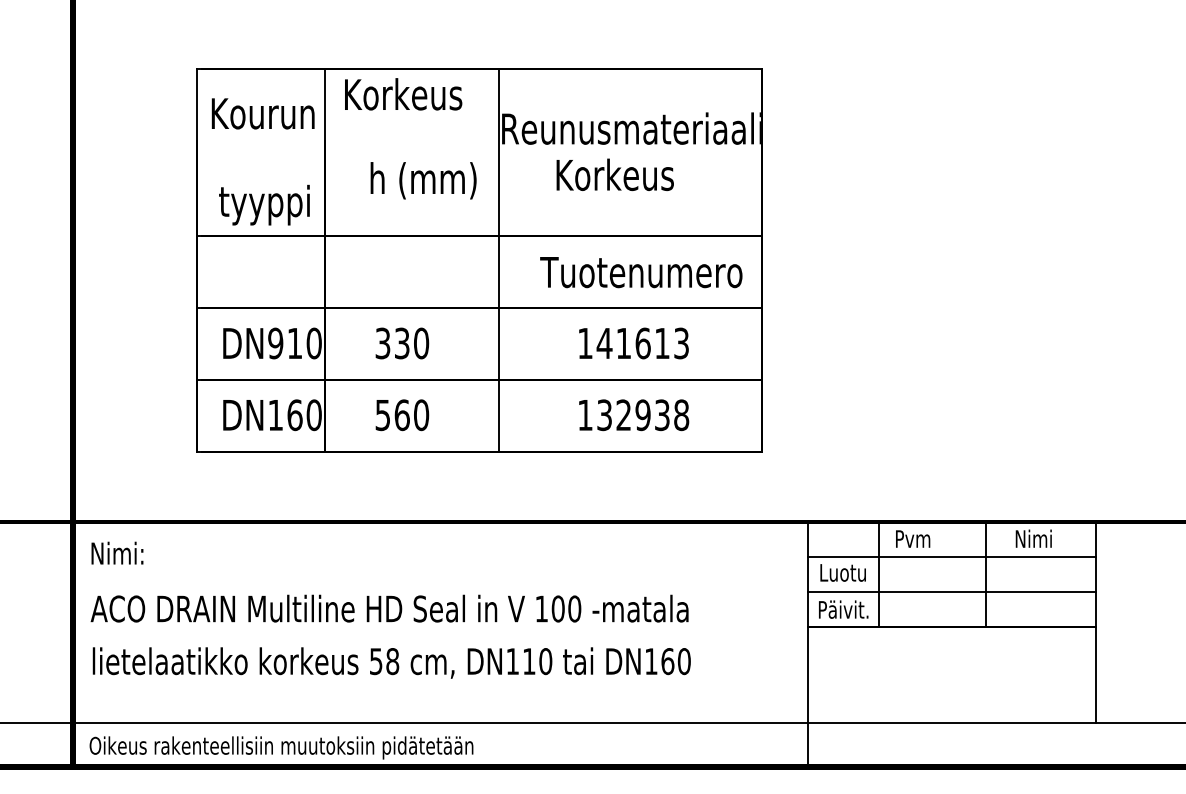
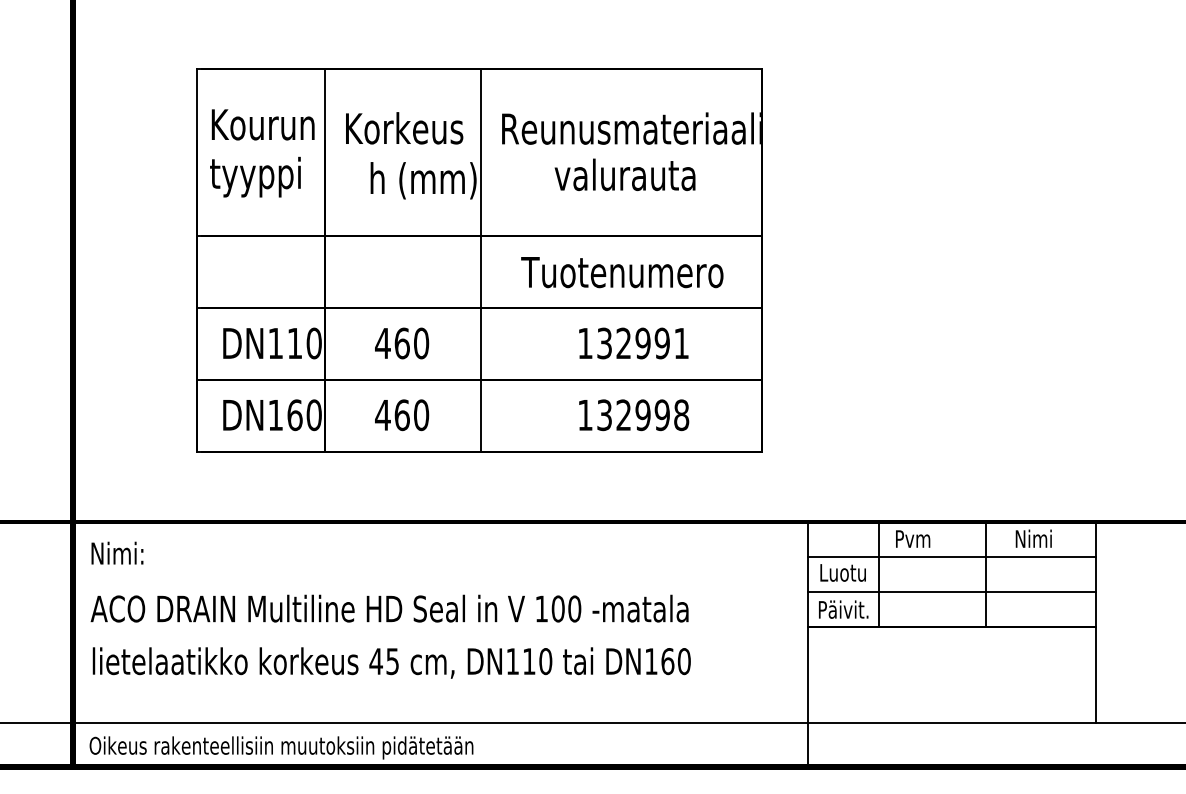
text at (403, 94) position: (403, 94) -> (404, 128)
text at (262, 113) position: (262, 113) -> (262, 124)
text at (624, 174): Korkeus -> valurauta
text at (264, 204) position: (264, 204) -> (255, 176)
line at (499, 260) position: (499, 260) -> (481, 260)
text at (641, 272) position: (641, 272) -> (622, 272)
text at (275, 343): DN910 -> DN110
text at (392, 343): 330 -> 460
text at (642, 343): 141613 -> 132991
text at (661, 414): 132938 -> 132998
text at (382, 415): 560 -> 460
text at (384, 661): 58 -> 45
